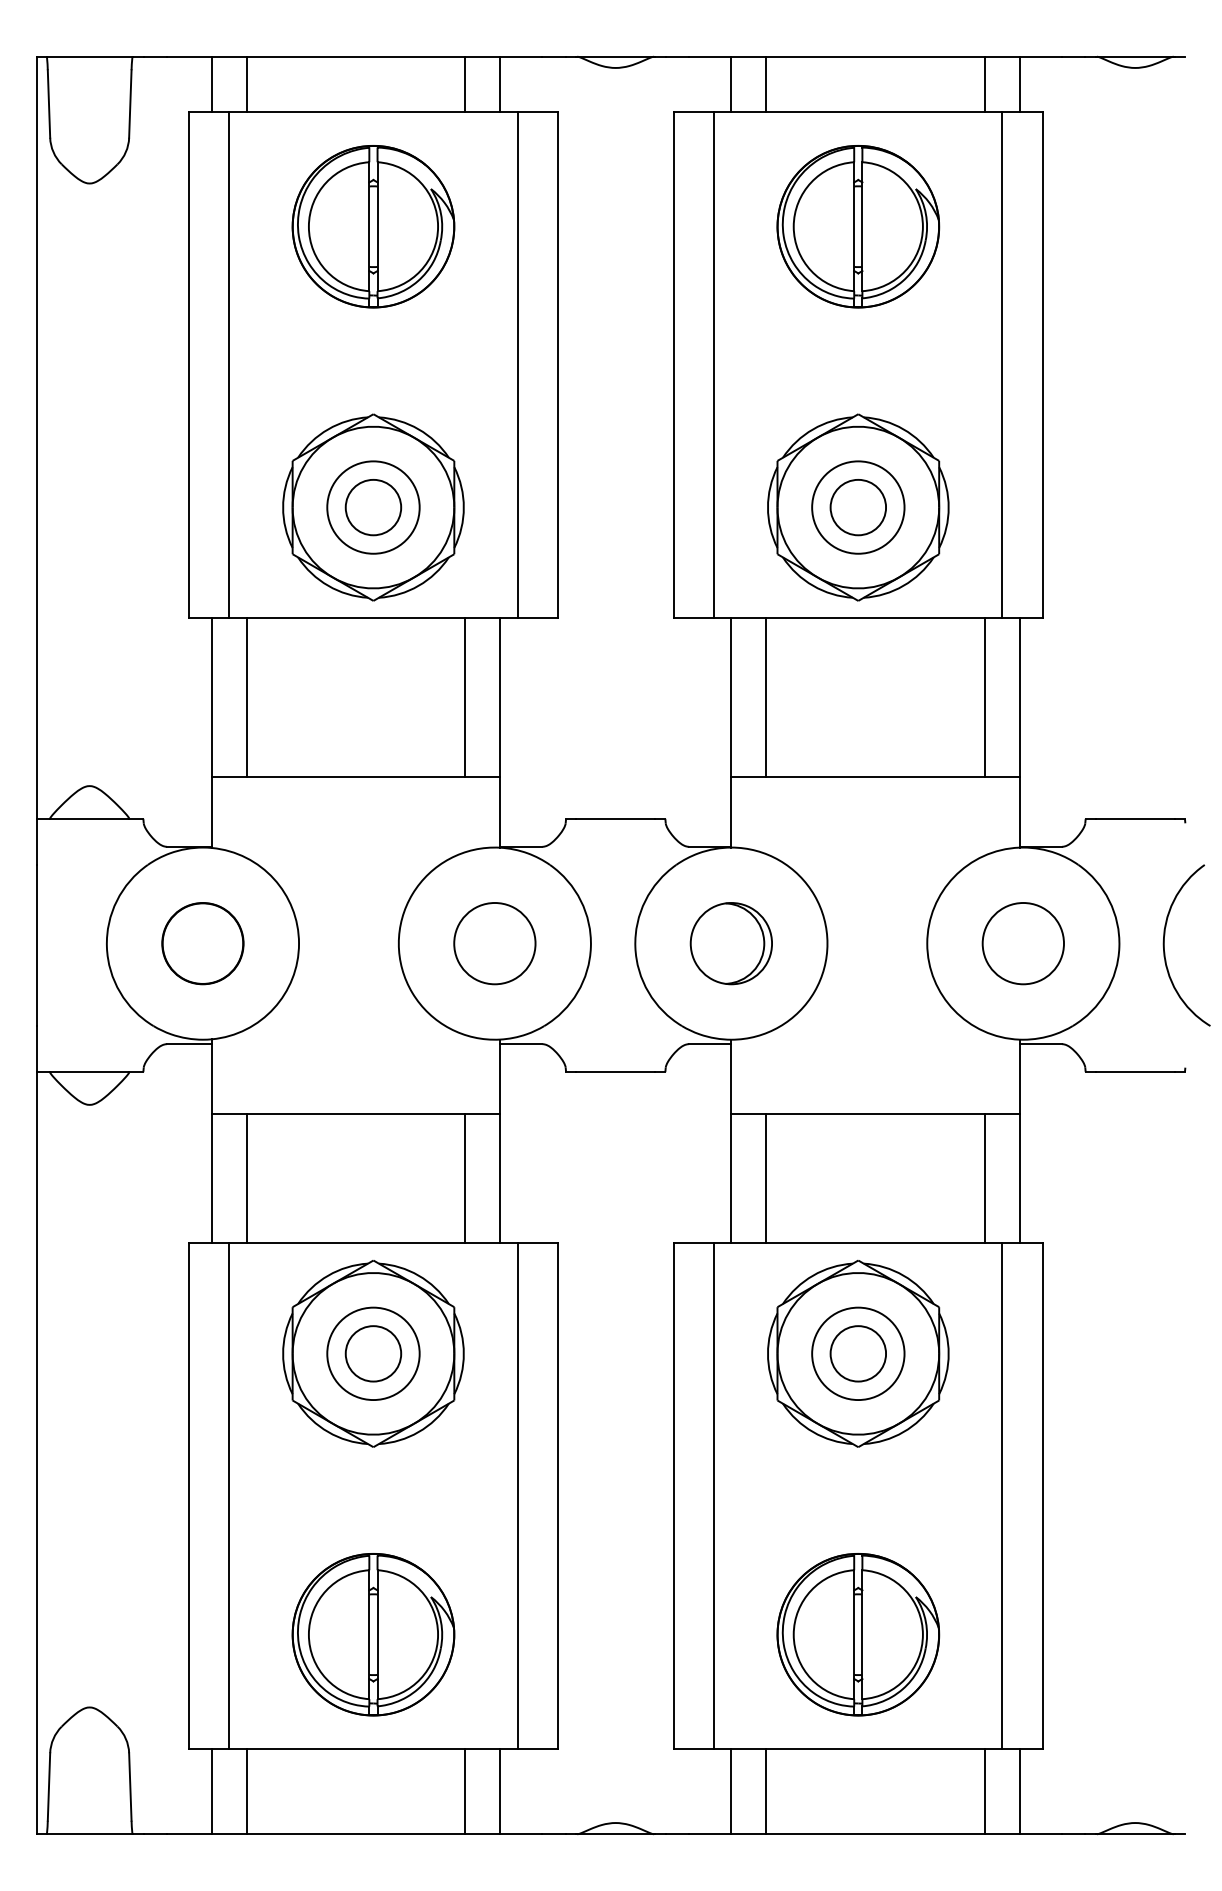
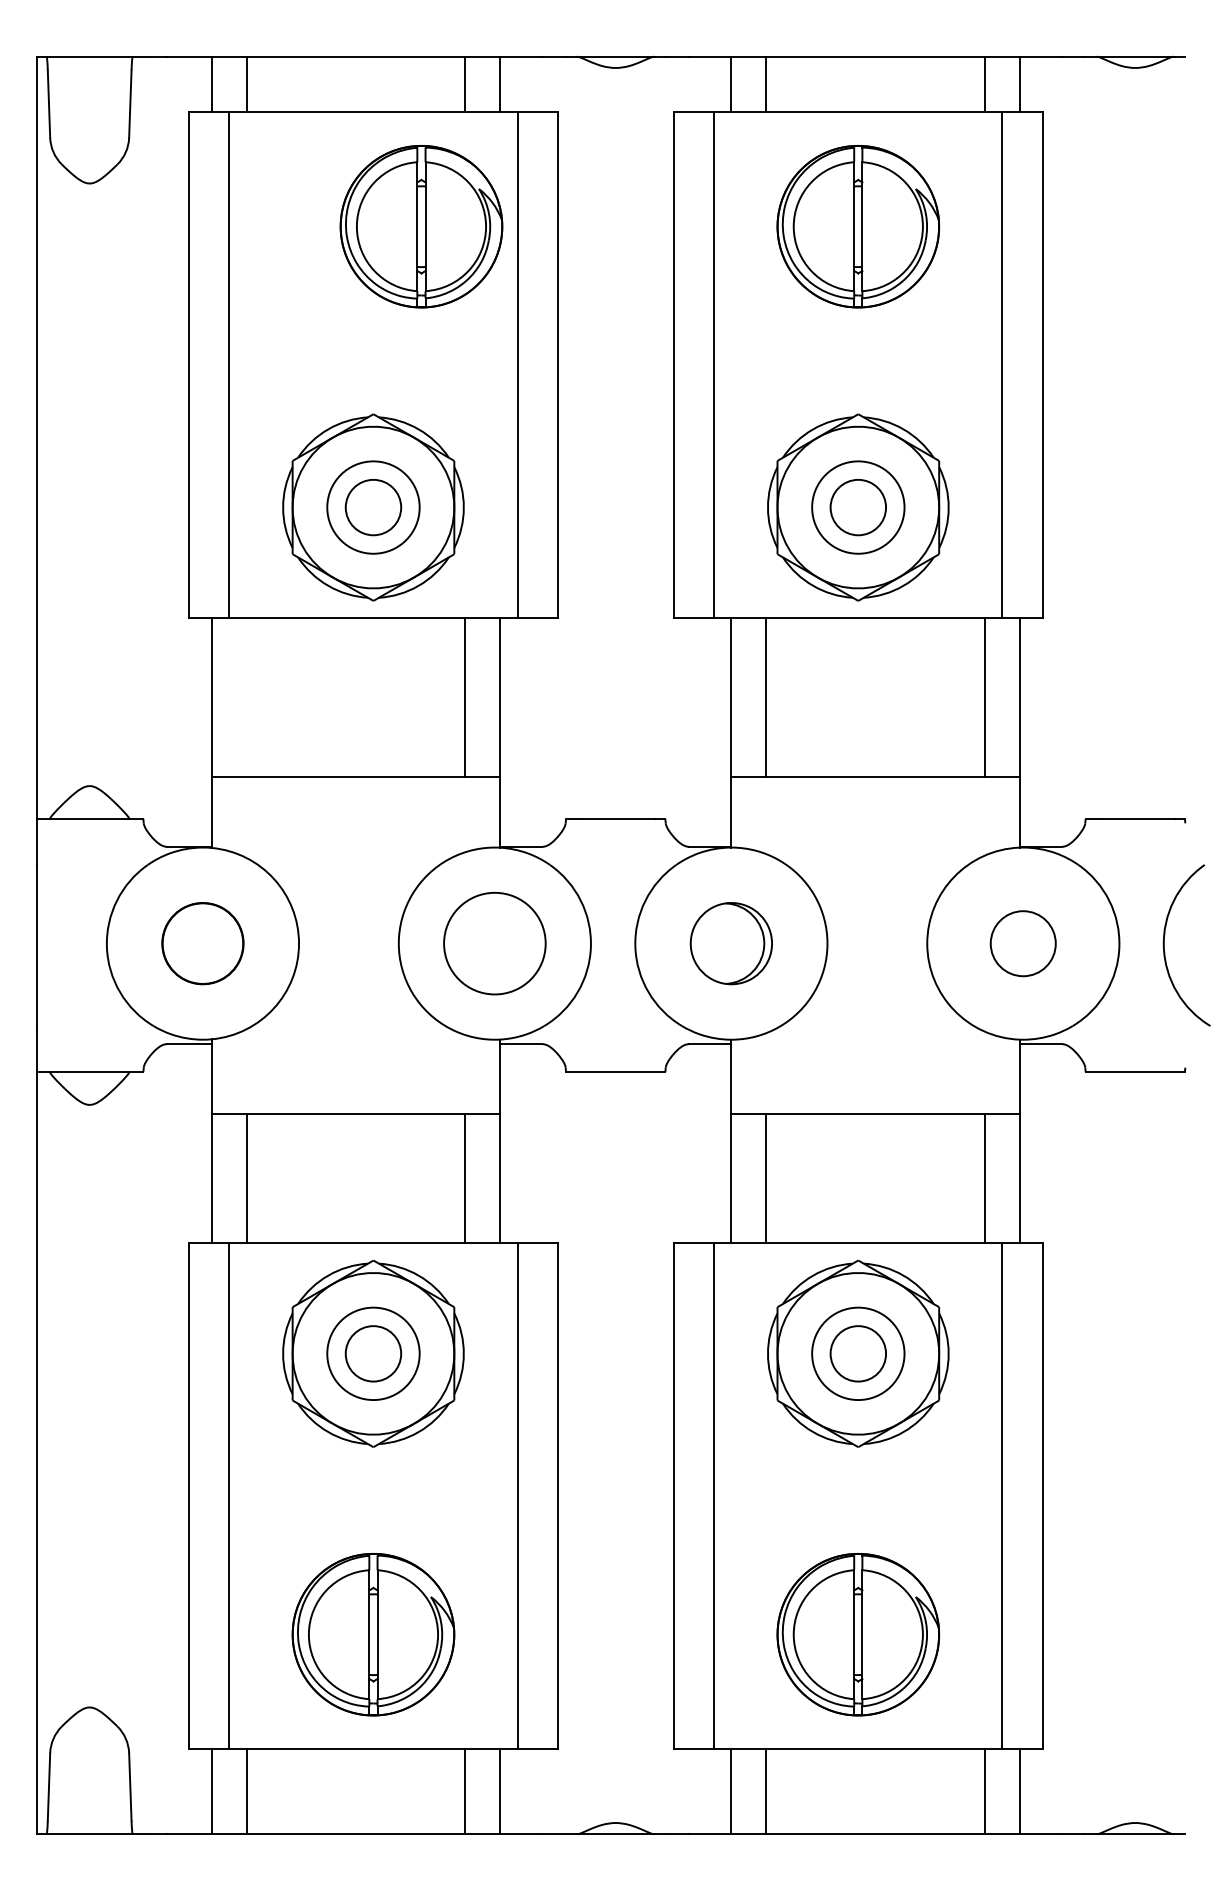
part at (373, 226) position: (373, 226) -> (421, 226)
line at (246, 697): present -> none
circle at (494, 943) diameter: 81 px -> 102 px
circle at (1022, 943) size: 84x84 px -> 68x68 px
